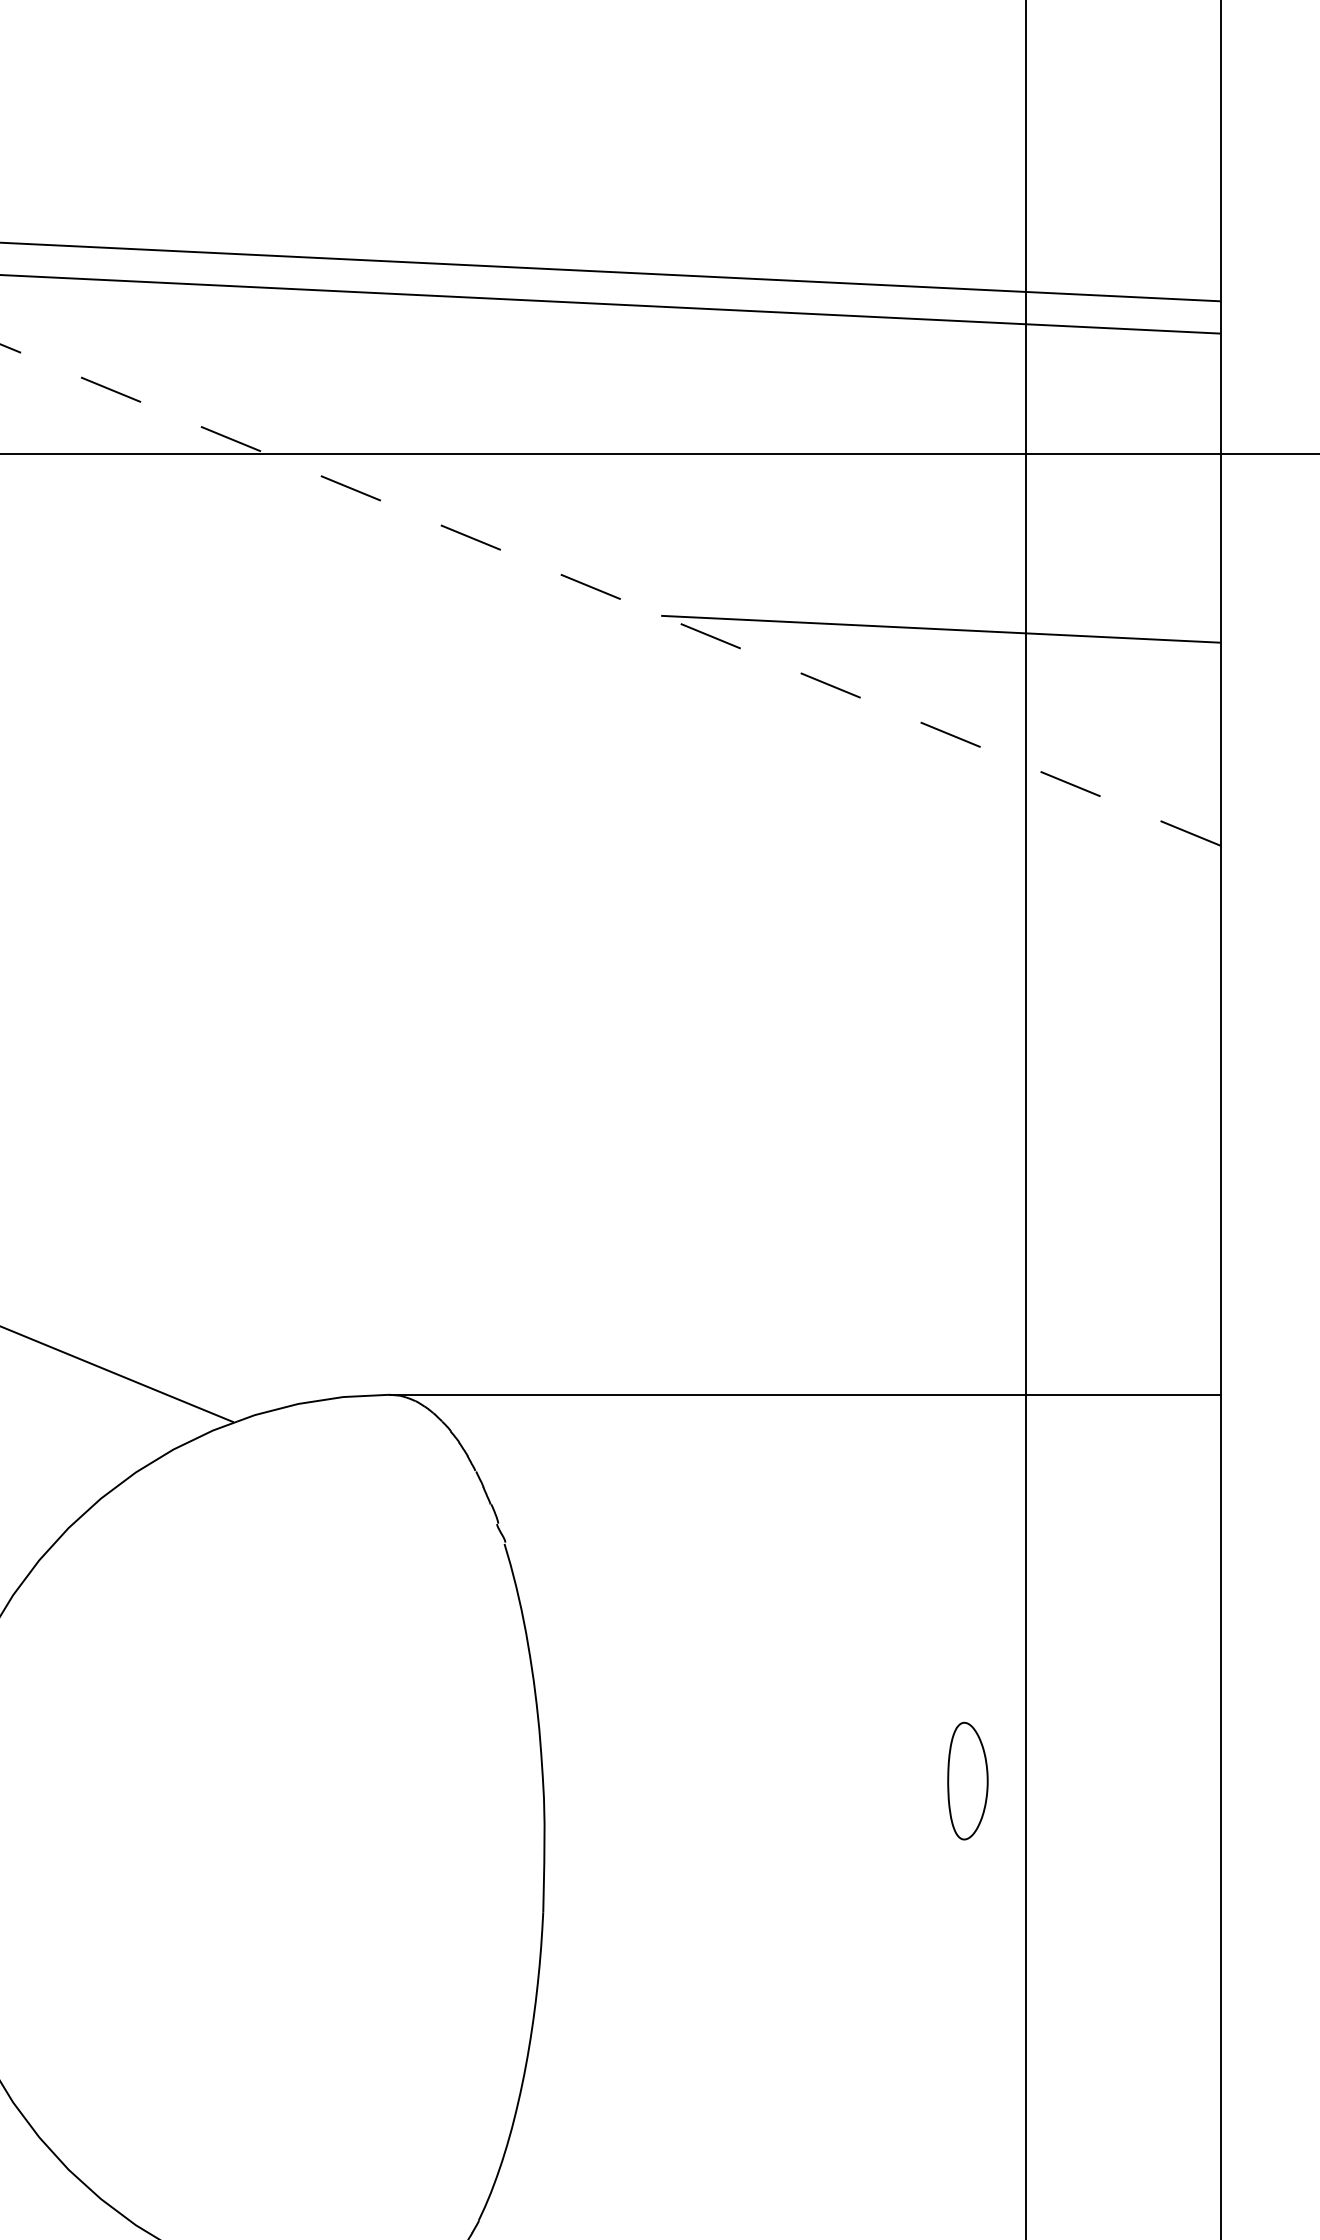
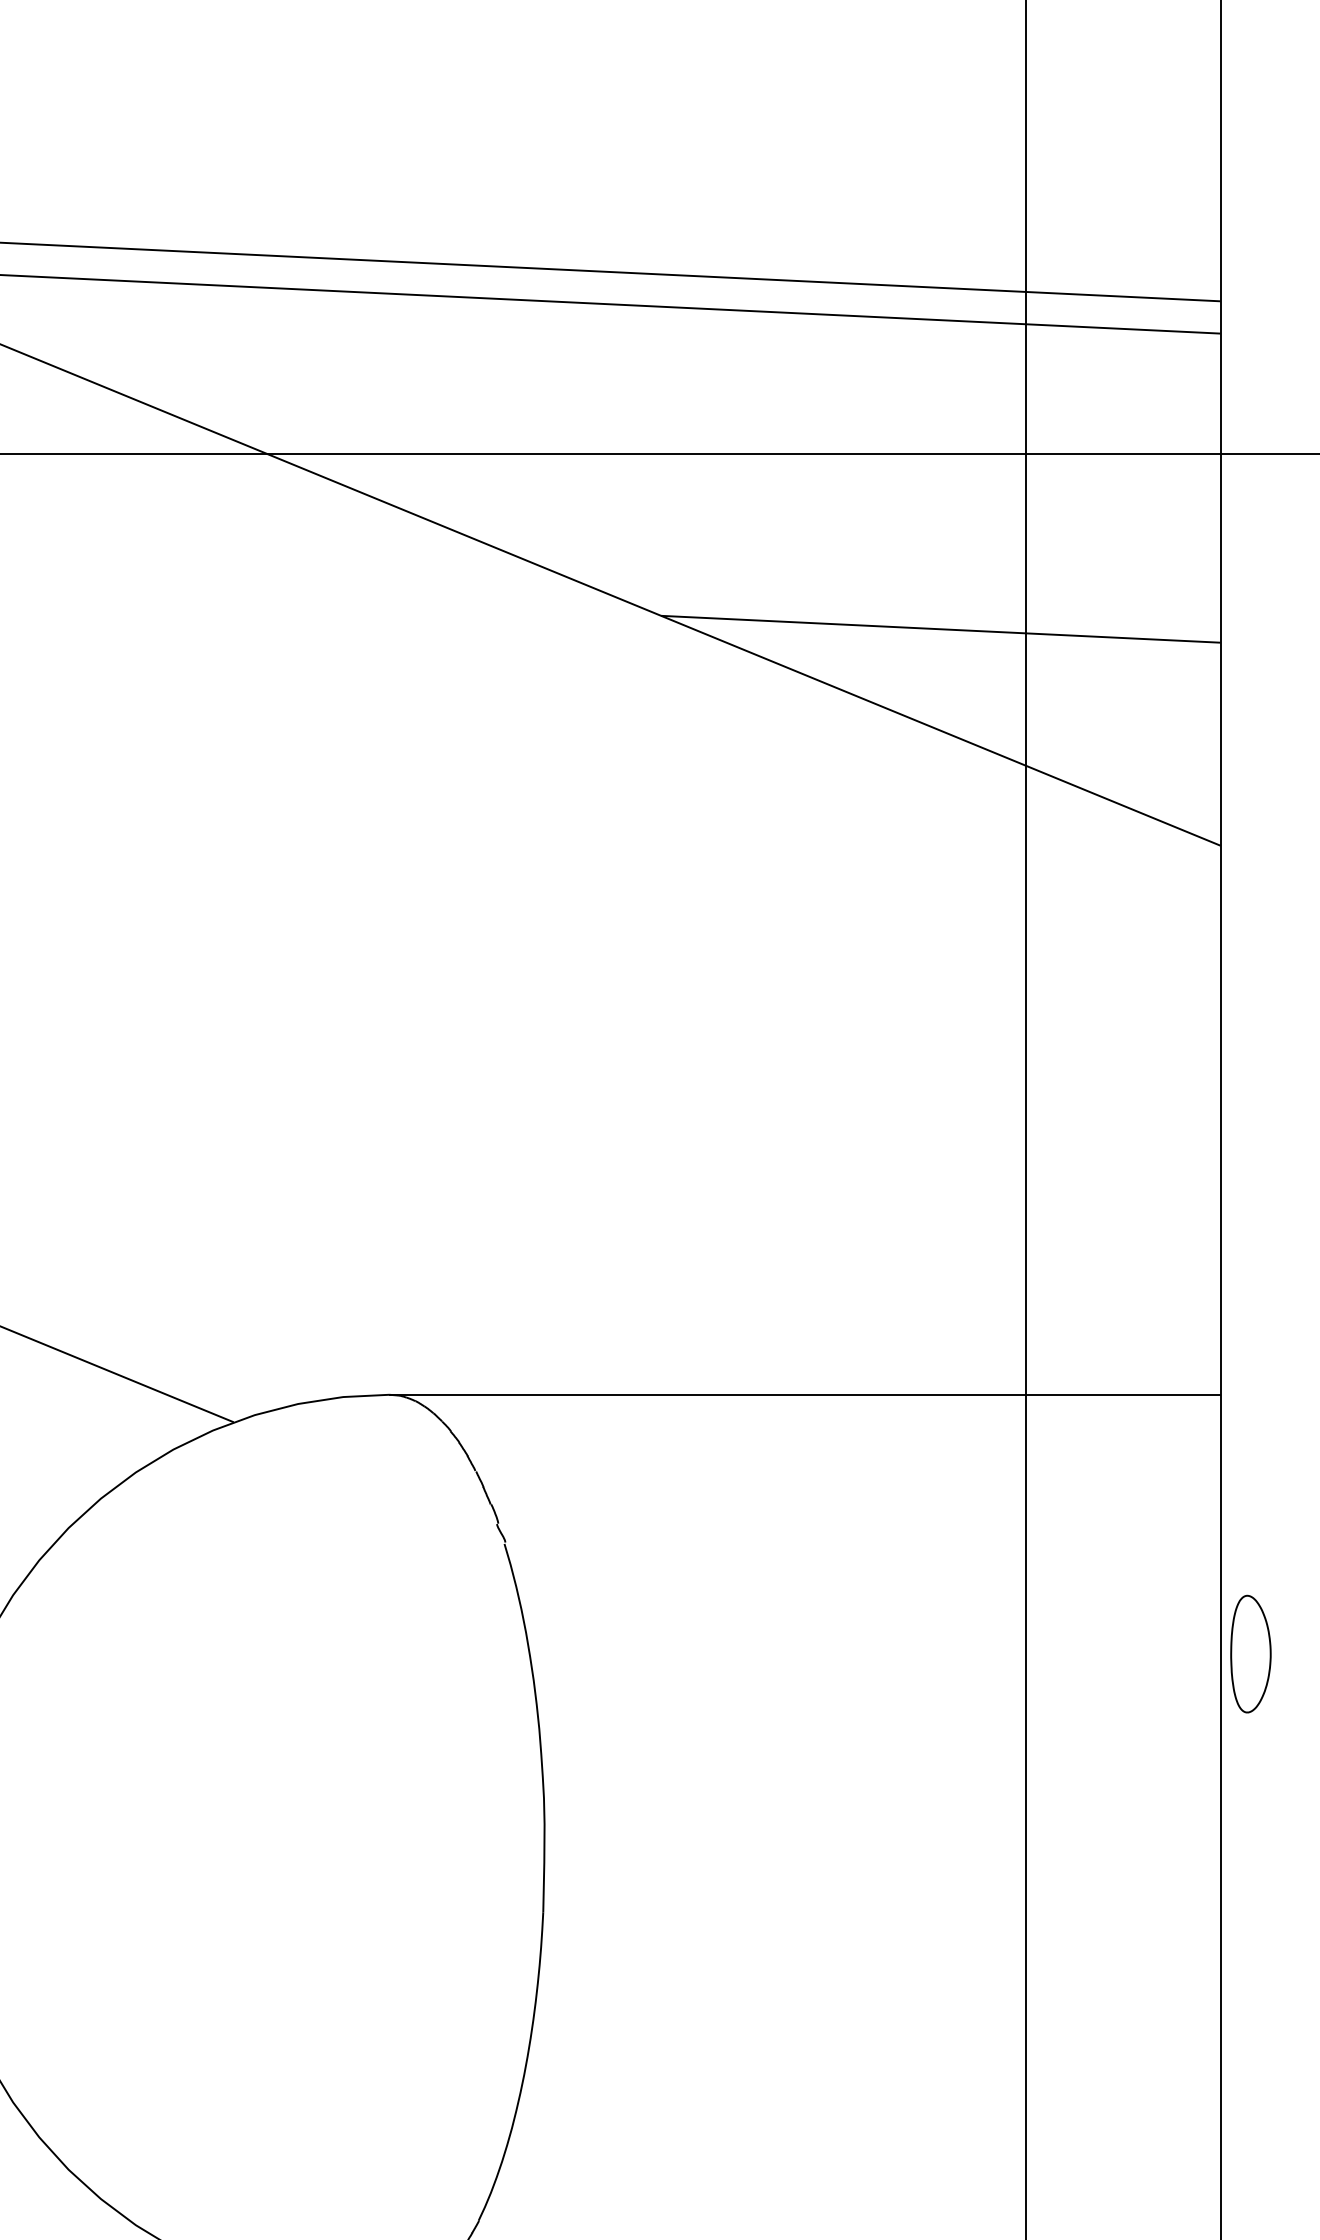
line at (610, 594): dashed -> solid
part at (967, 1780) position: (967, 1780) -> (1250, 1653)
